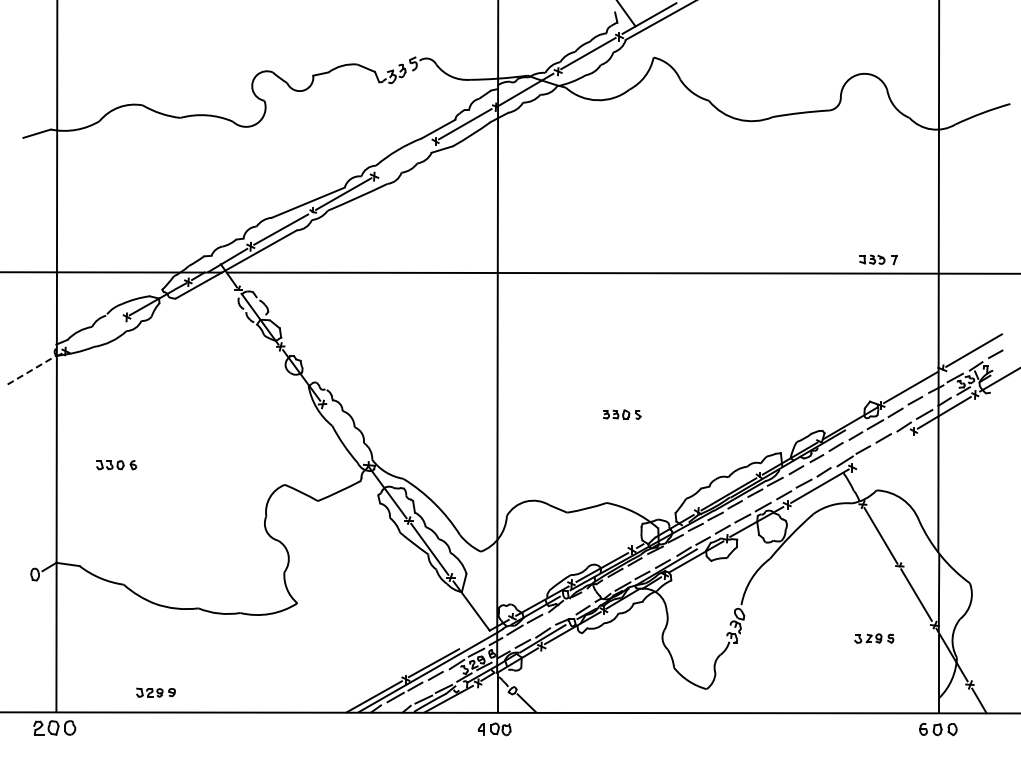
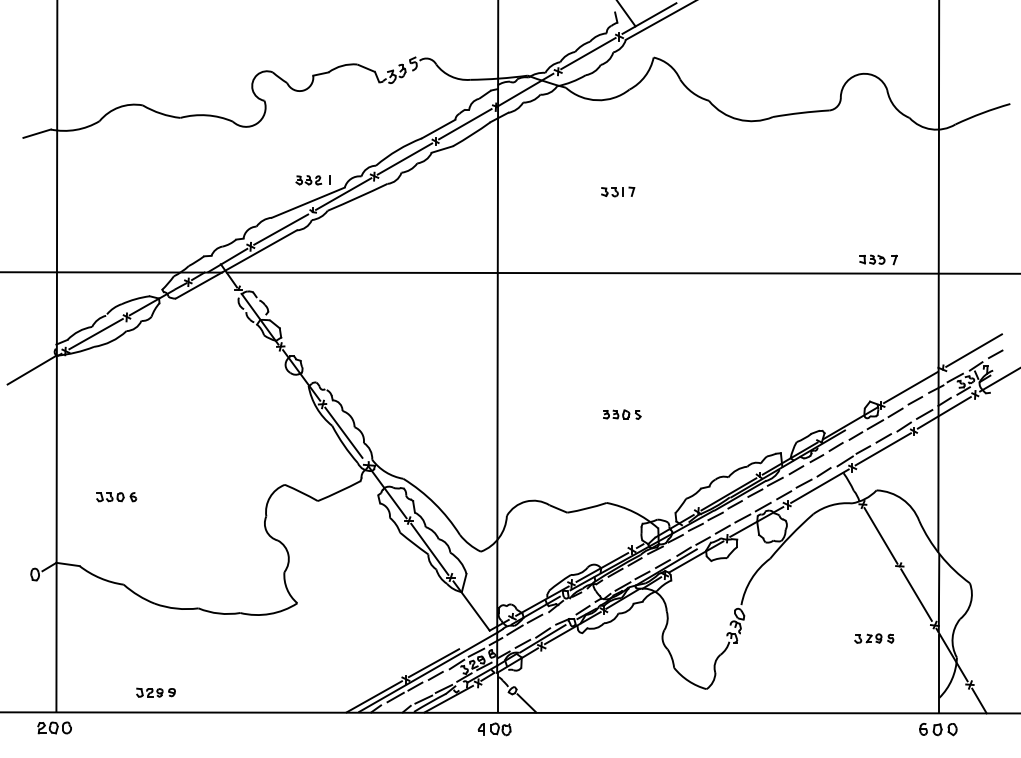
line at (404, 158): none -> present
part at (312, 180): none -> present
part at (618, 191): none -> present
line at (95, 334): none -> present
line at (32, 369): dashed -> solid
line at (343, 432): none -> present
line at (882, 449): none -> present
part at (116, 465) position: (116, 465) -> (116, 497)
part at (54, 727) size: 44x16 px -> 35x14 px
